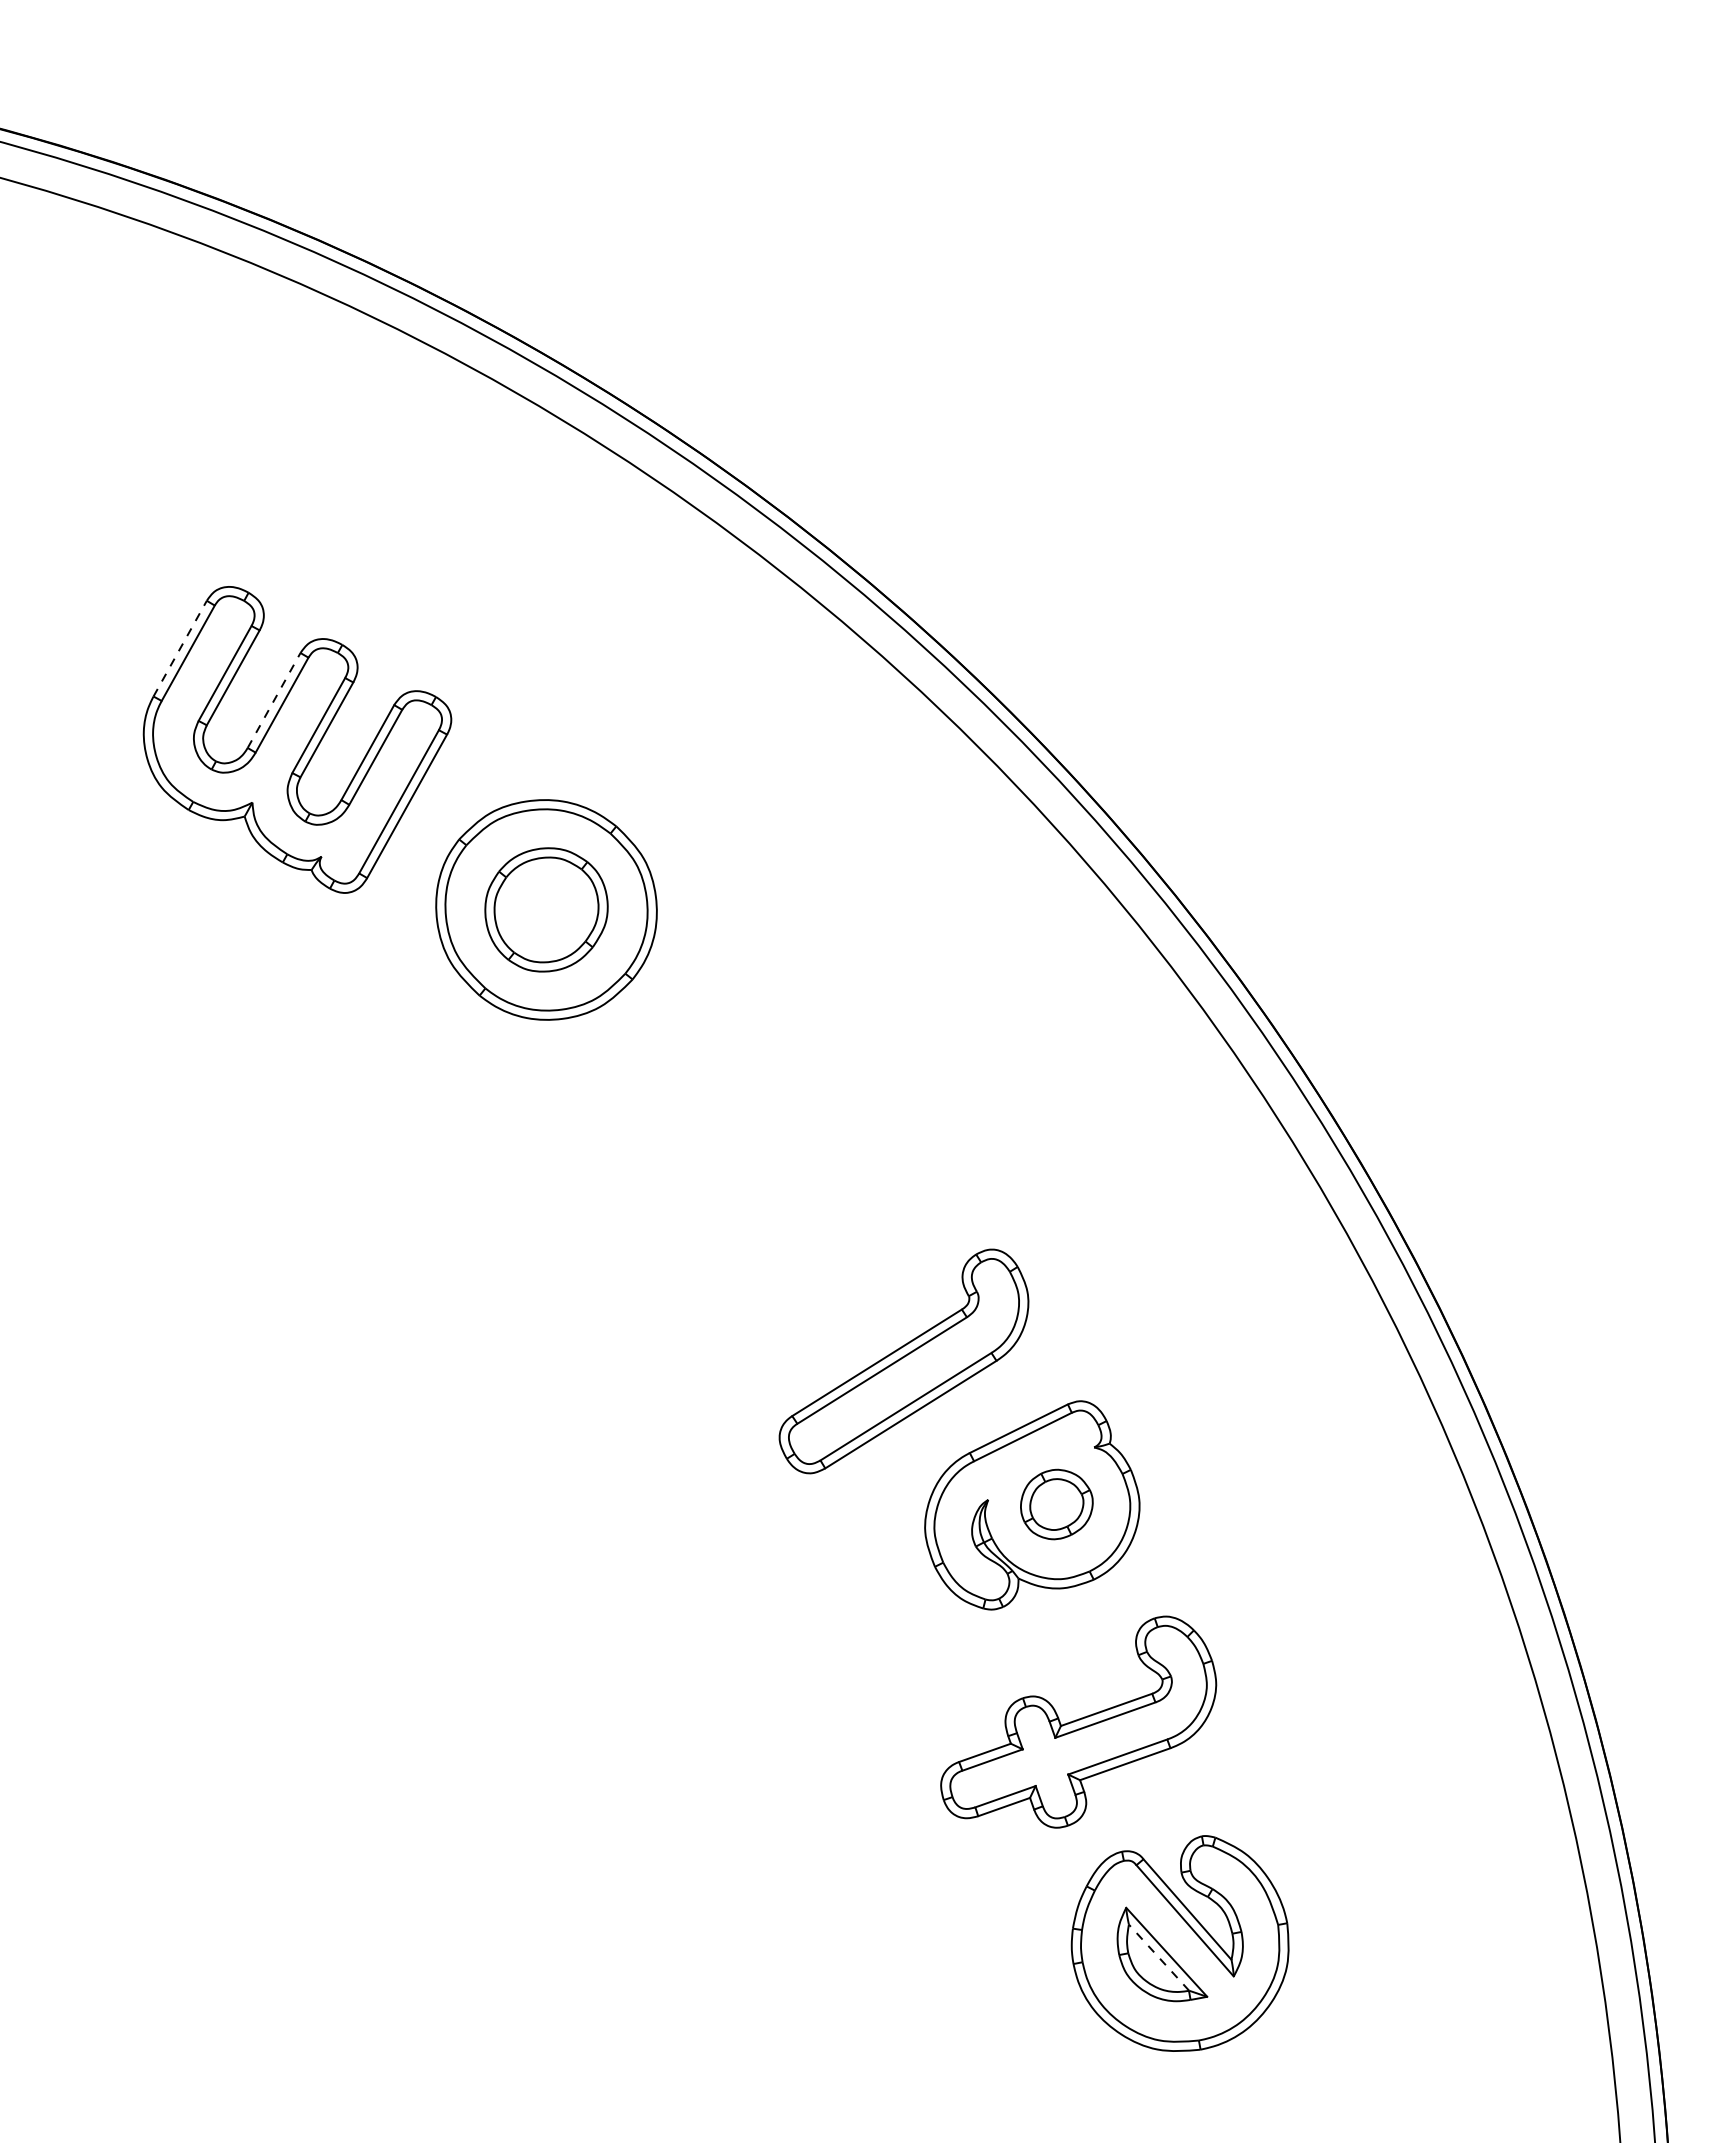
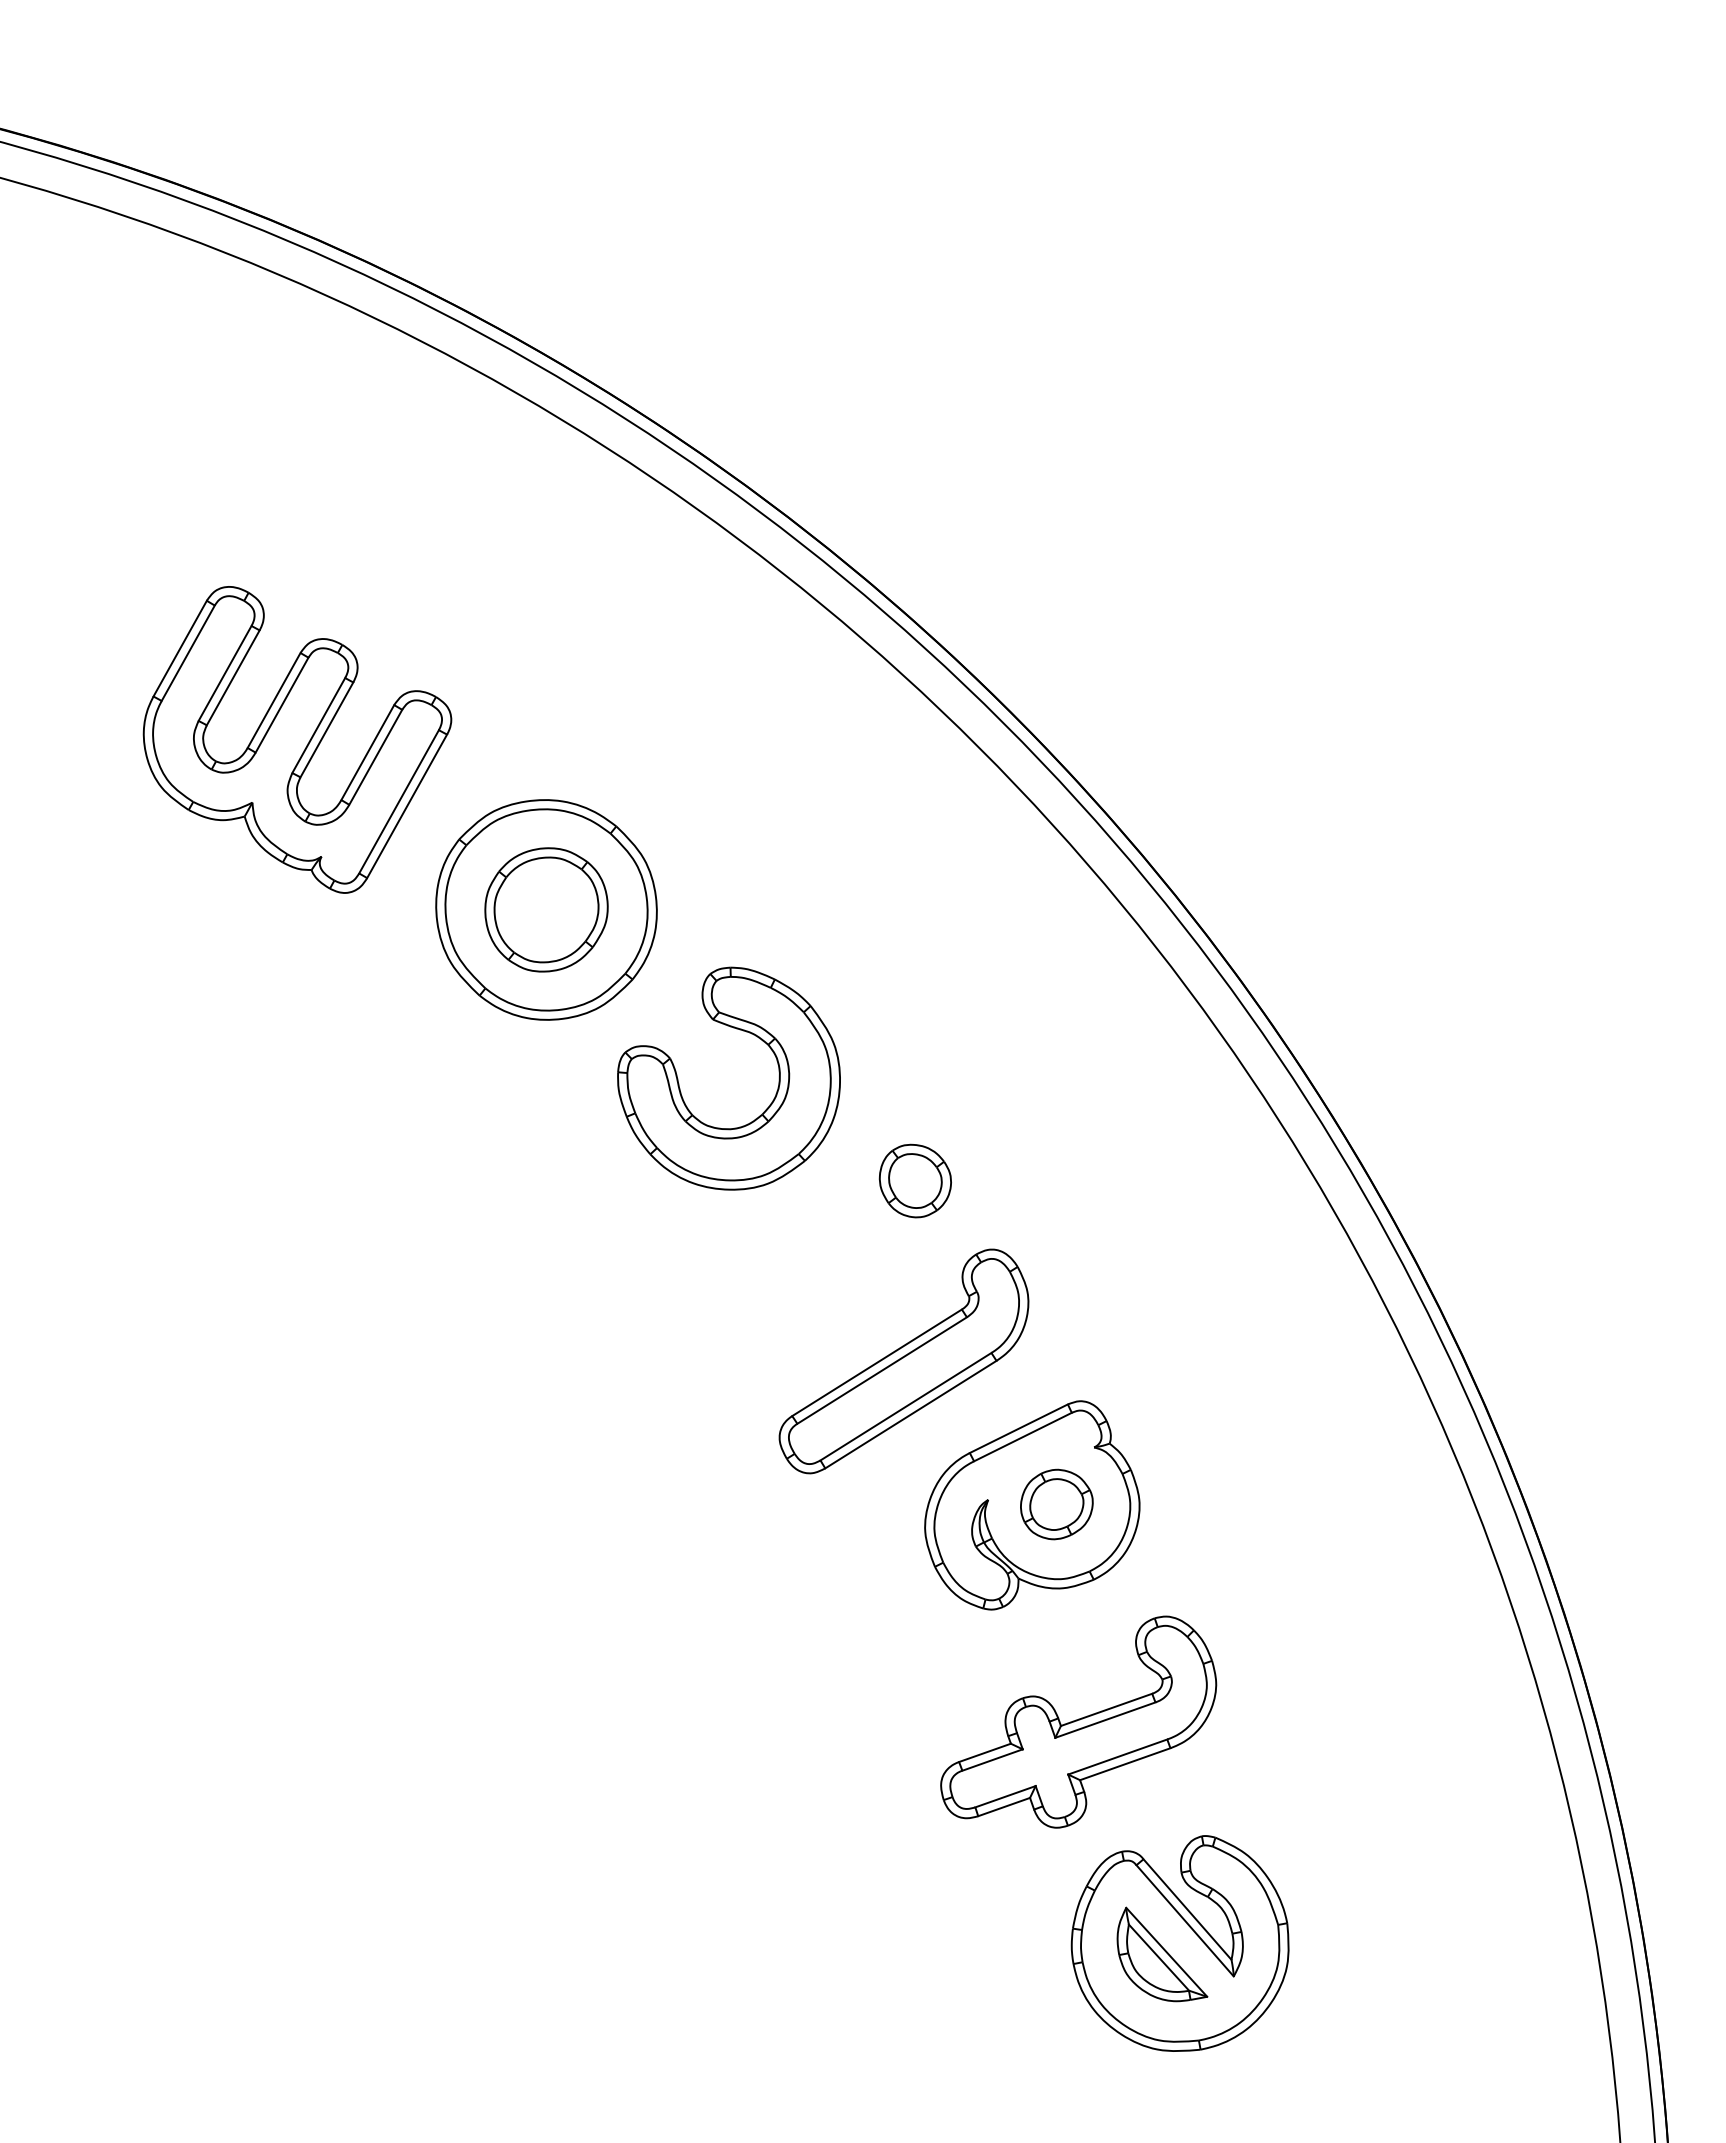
line at (180, 648): dashed -> solid
line at (274, 700): dashed -> solid
part at (763, 1111): none -> present
part at (914, 1180): none -> present
line at (1159, 1957): dashed -> solid
